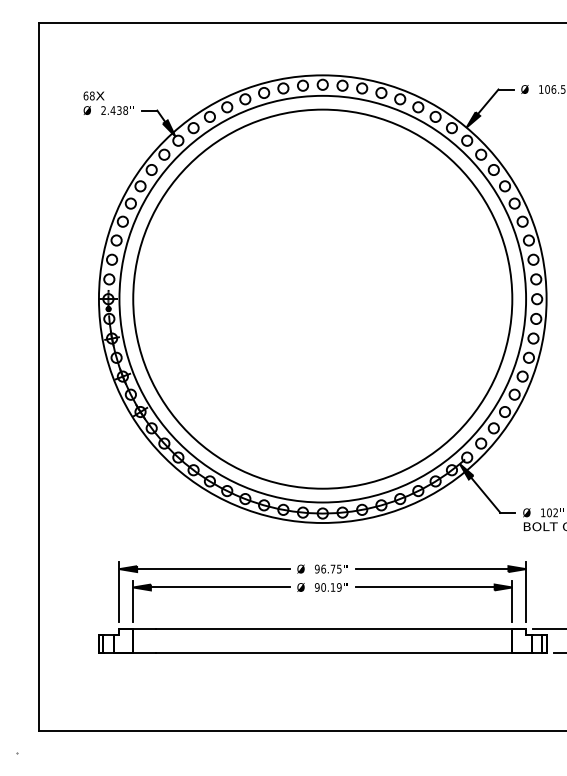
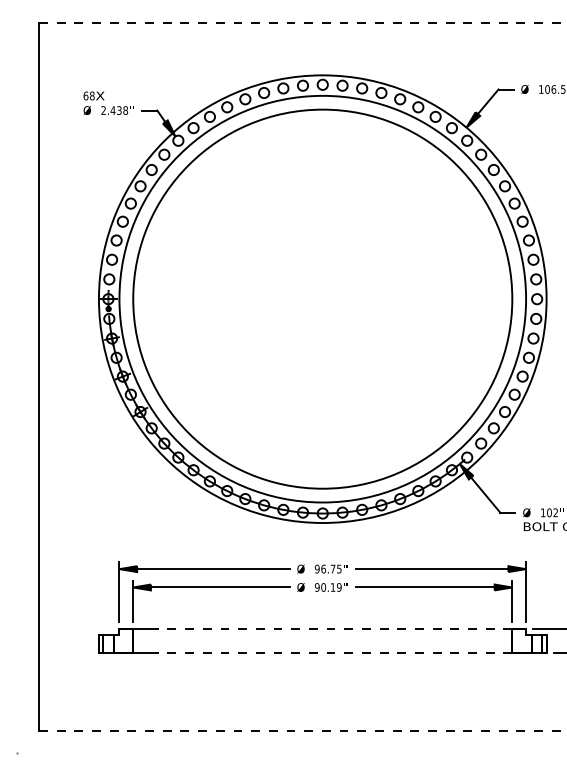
line at (302, 23): solid -> dashed
line at (334, 628): solid -> dashed
line at (334, 652): solid -> dashed
line at (302, 730): solid -> dashed
